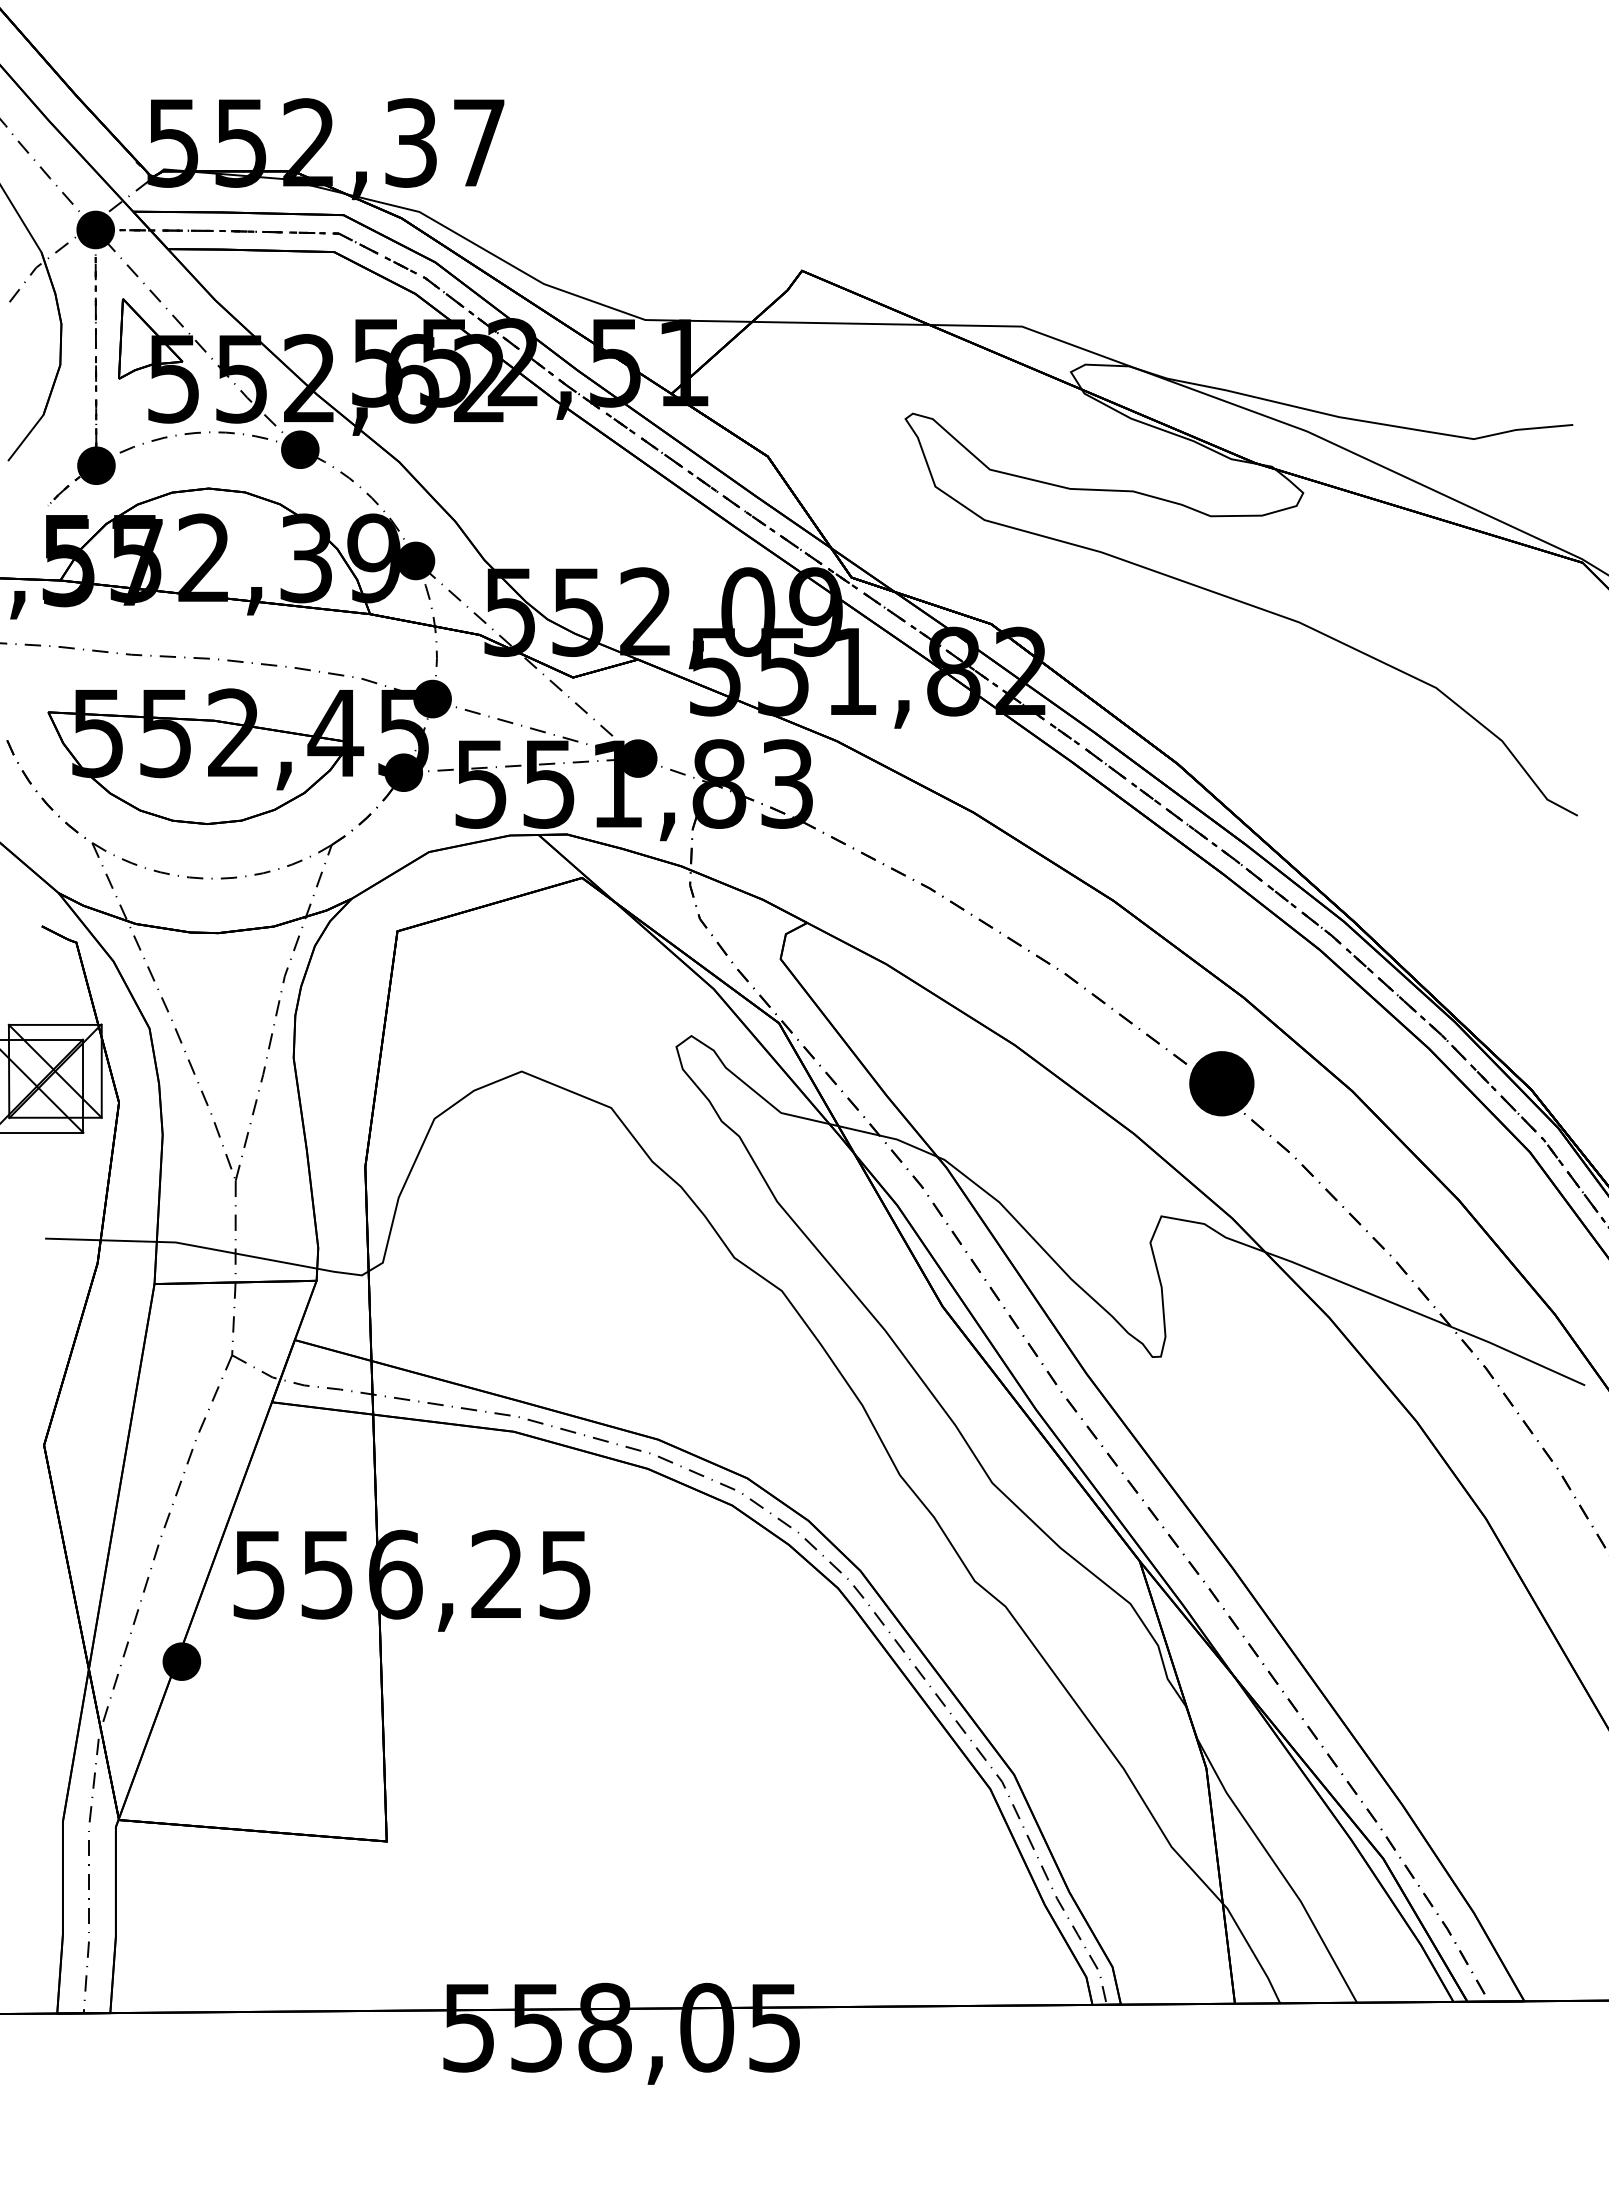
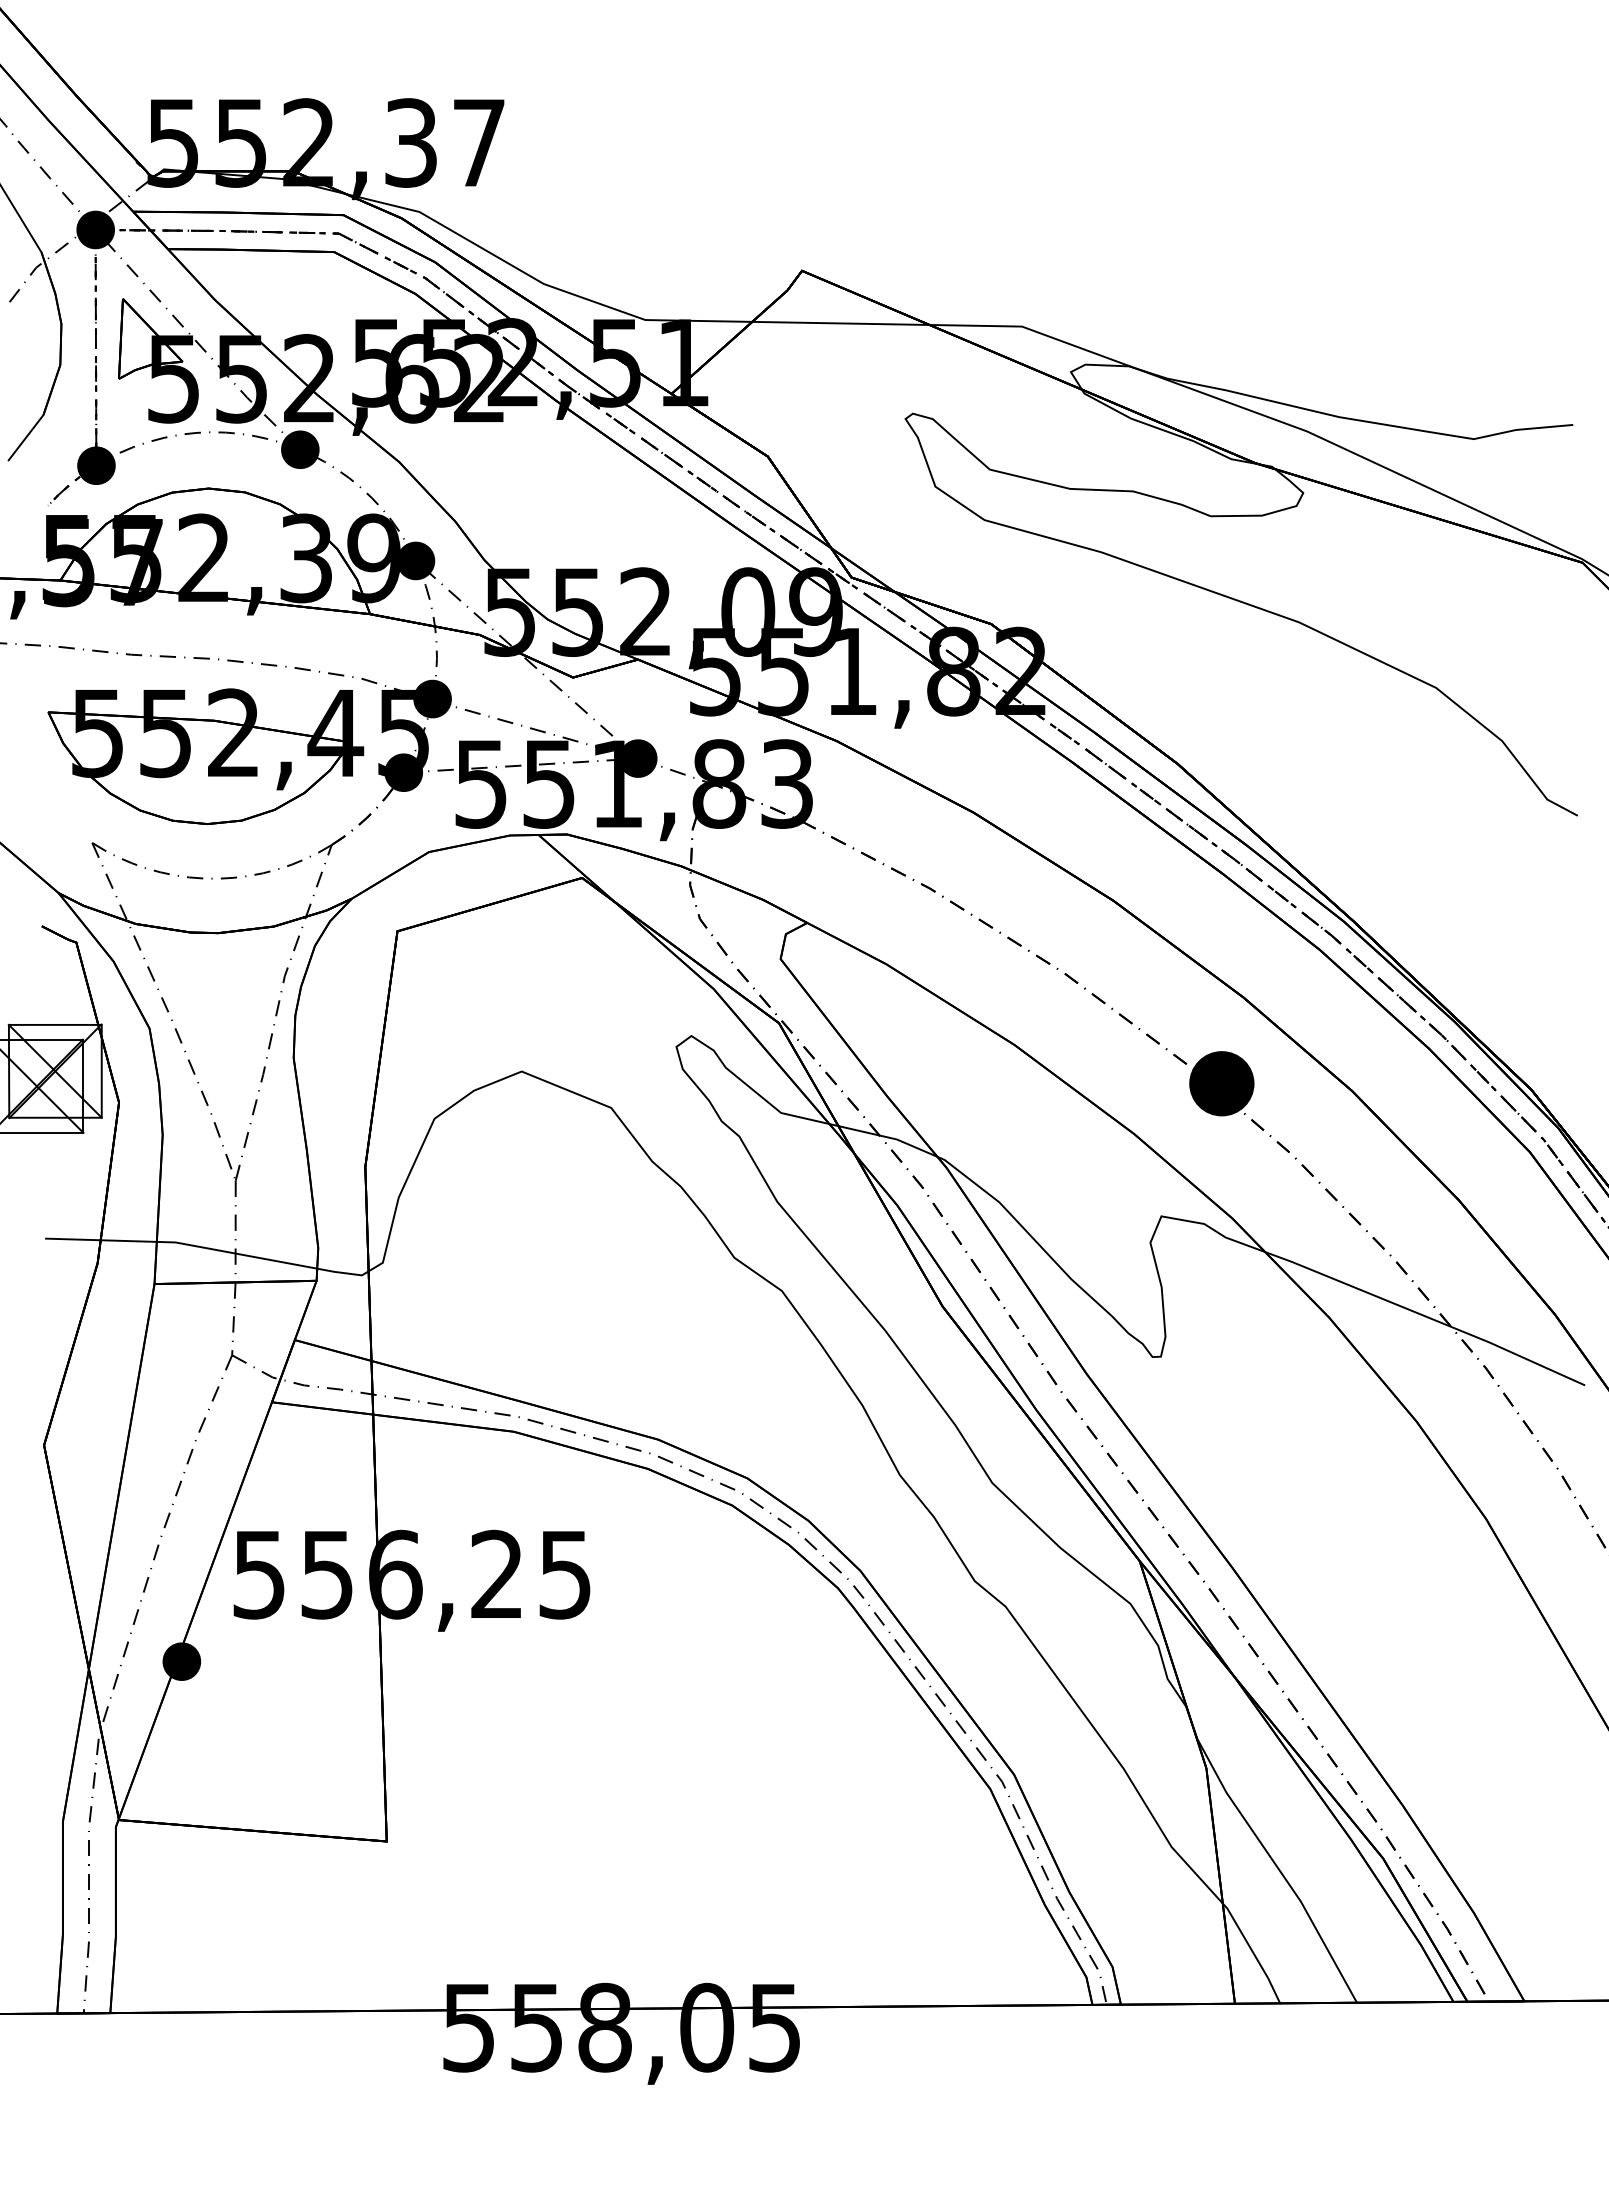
part at (42, 797): present -> none
